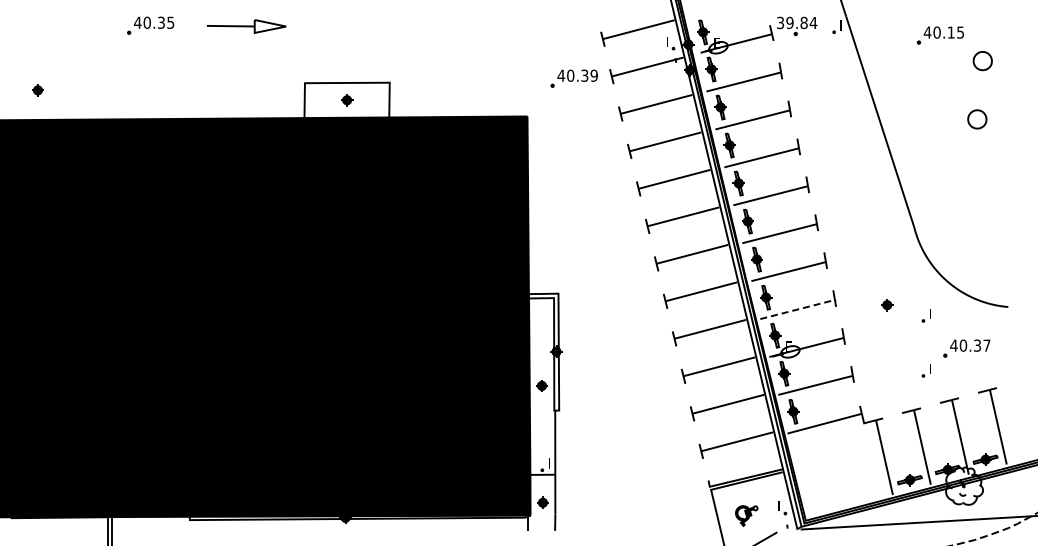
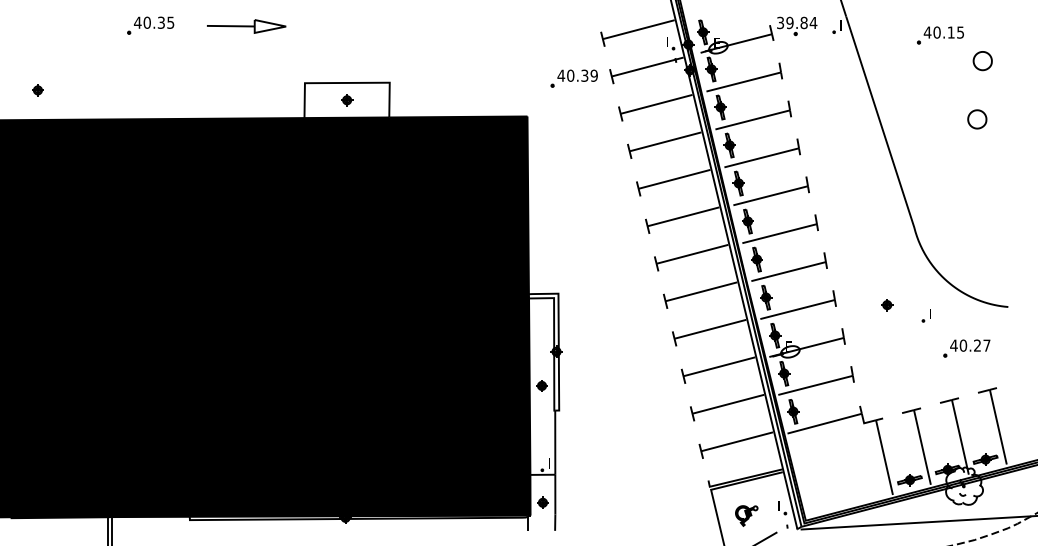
line at (797, 309): dashed -> solid
text at (977, 345): 40.37 -> 40.27
part at (925, 370): present -> none
